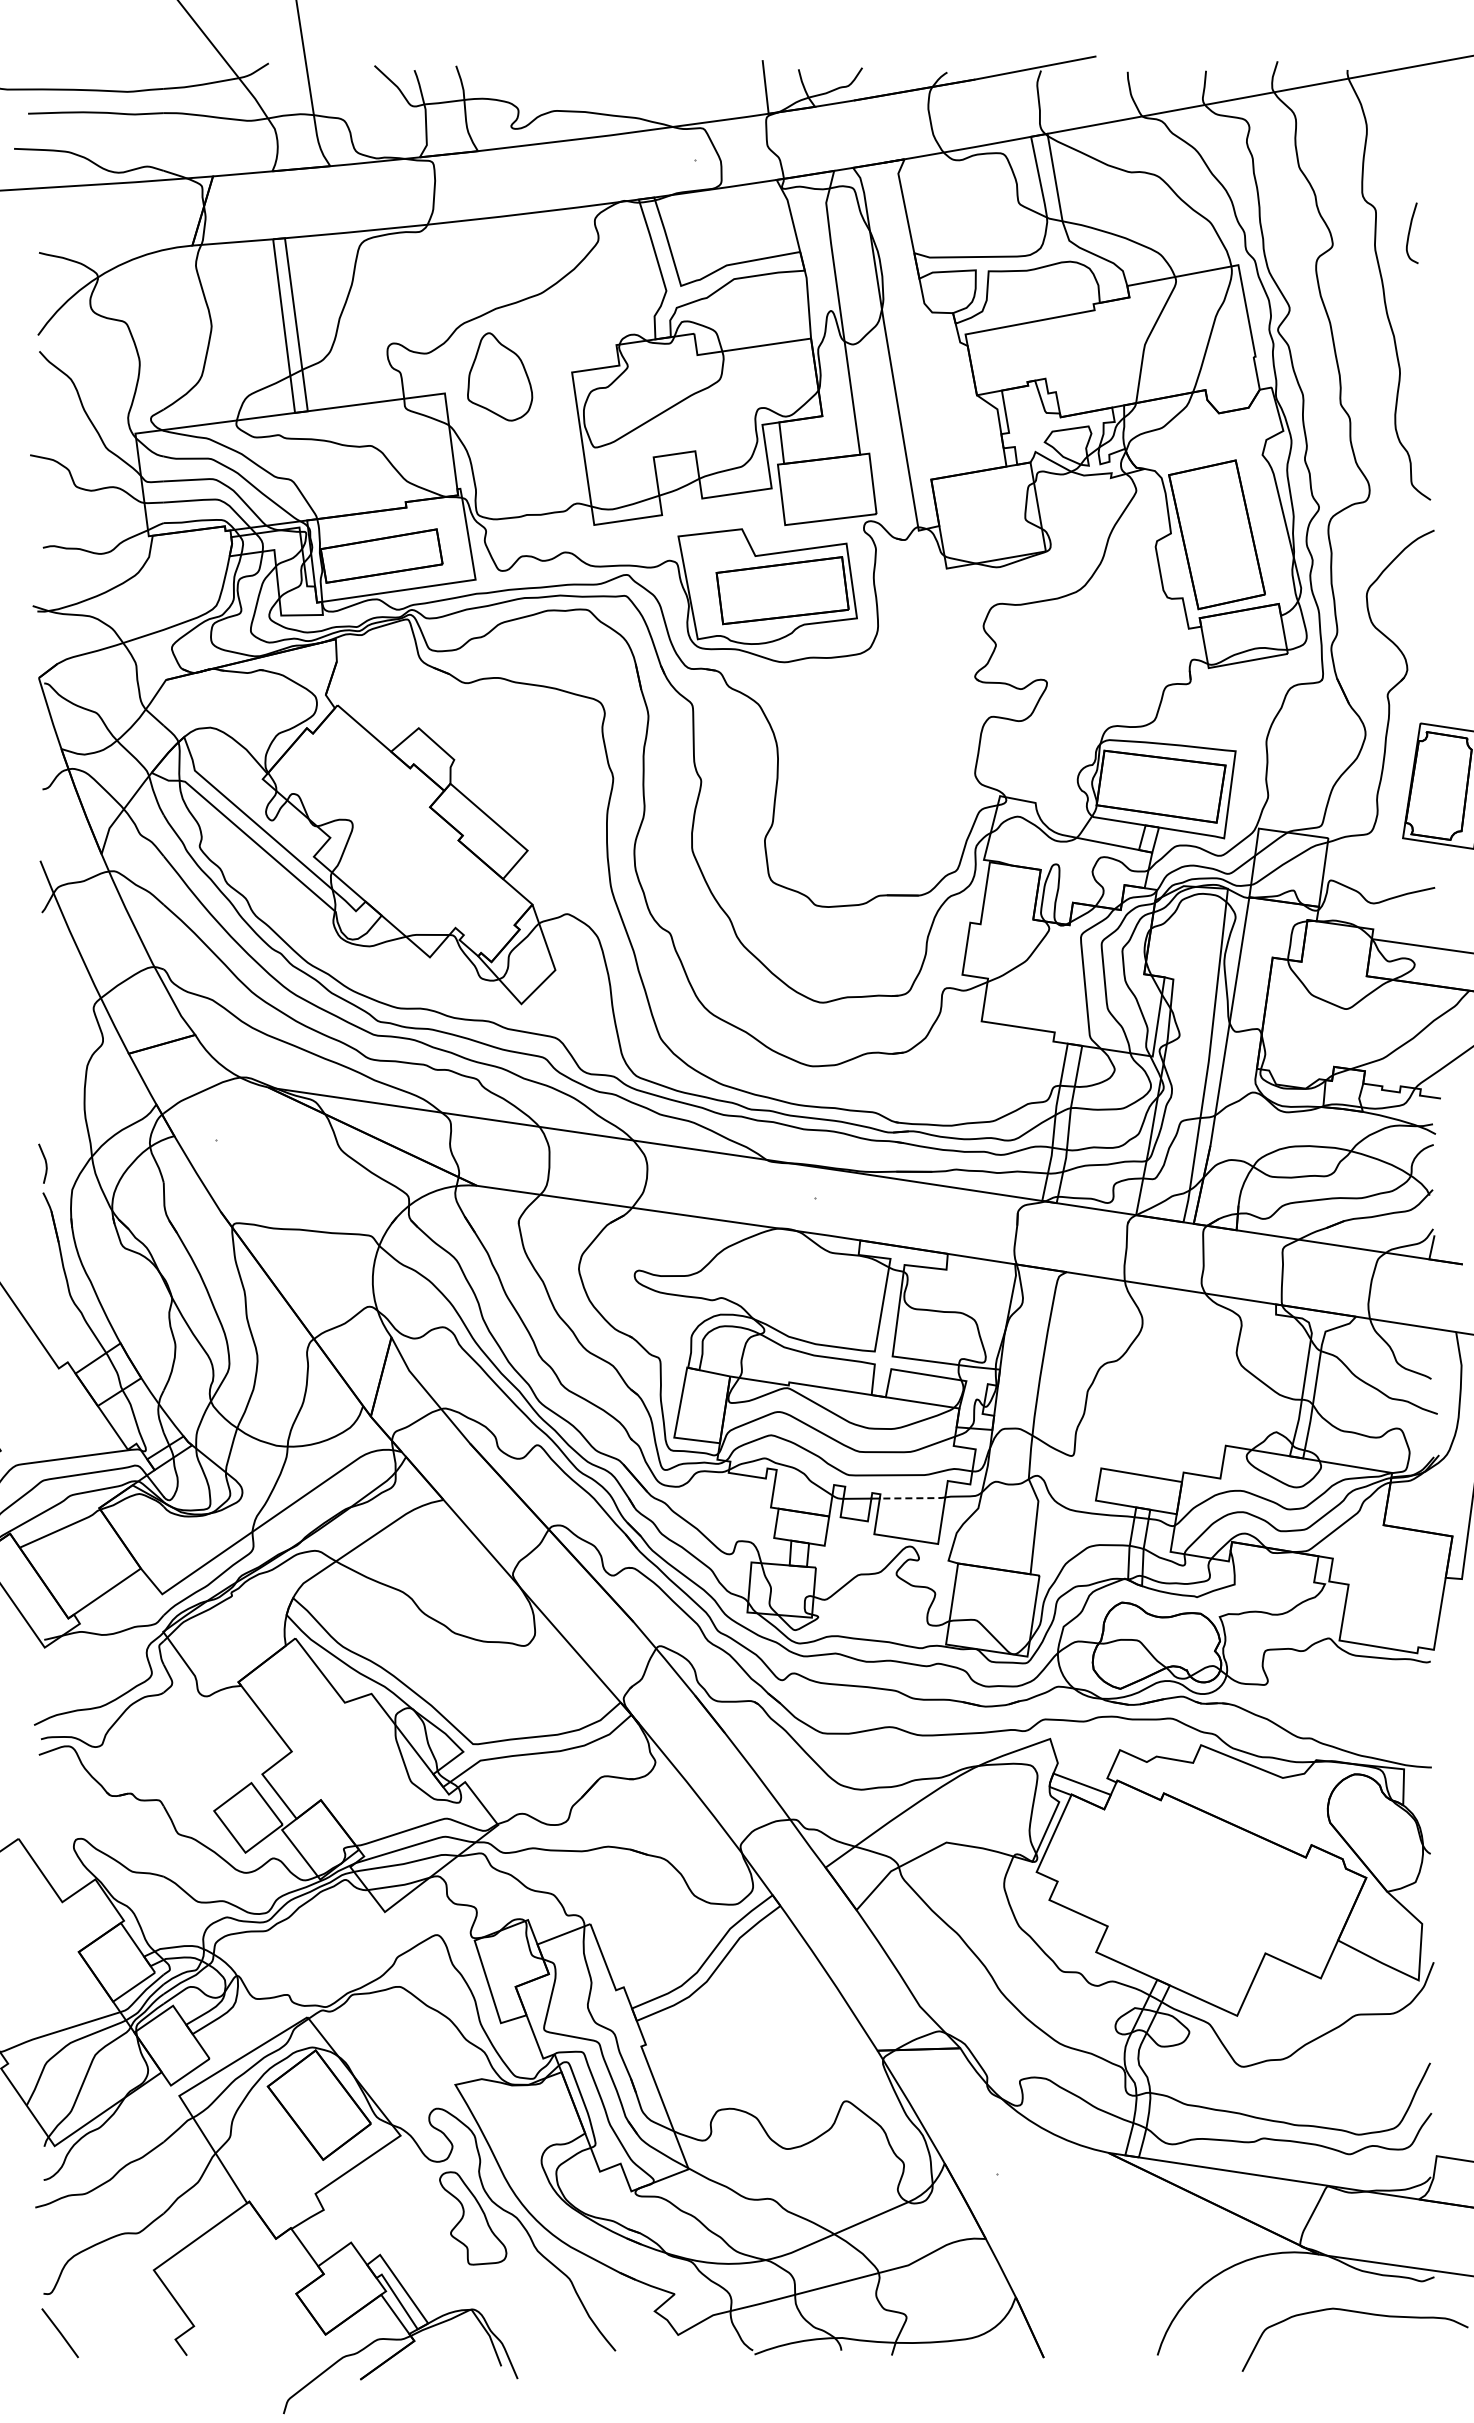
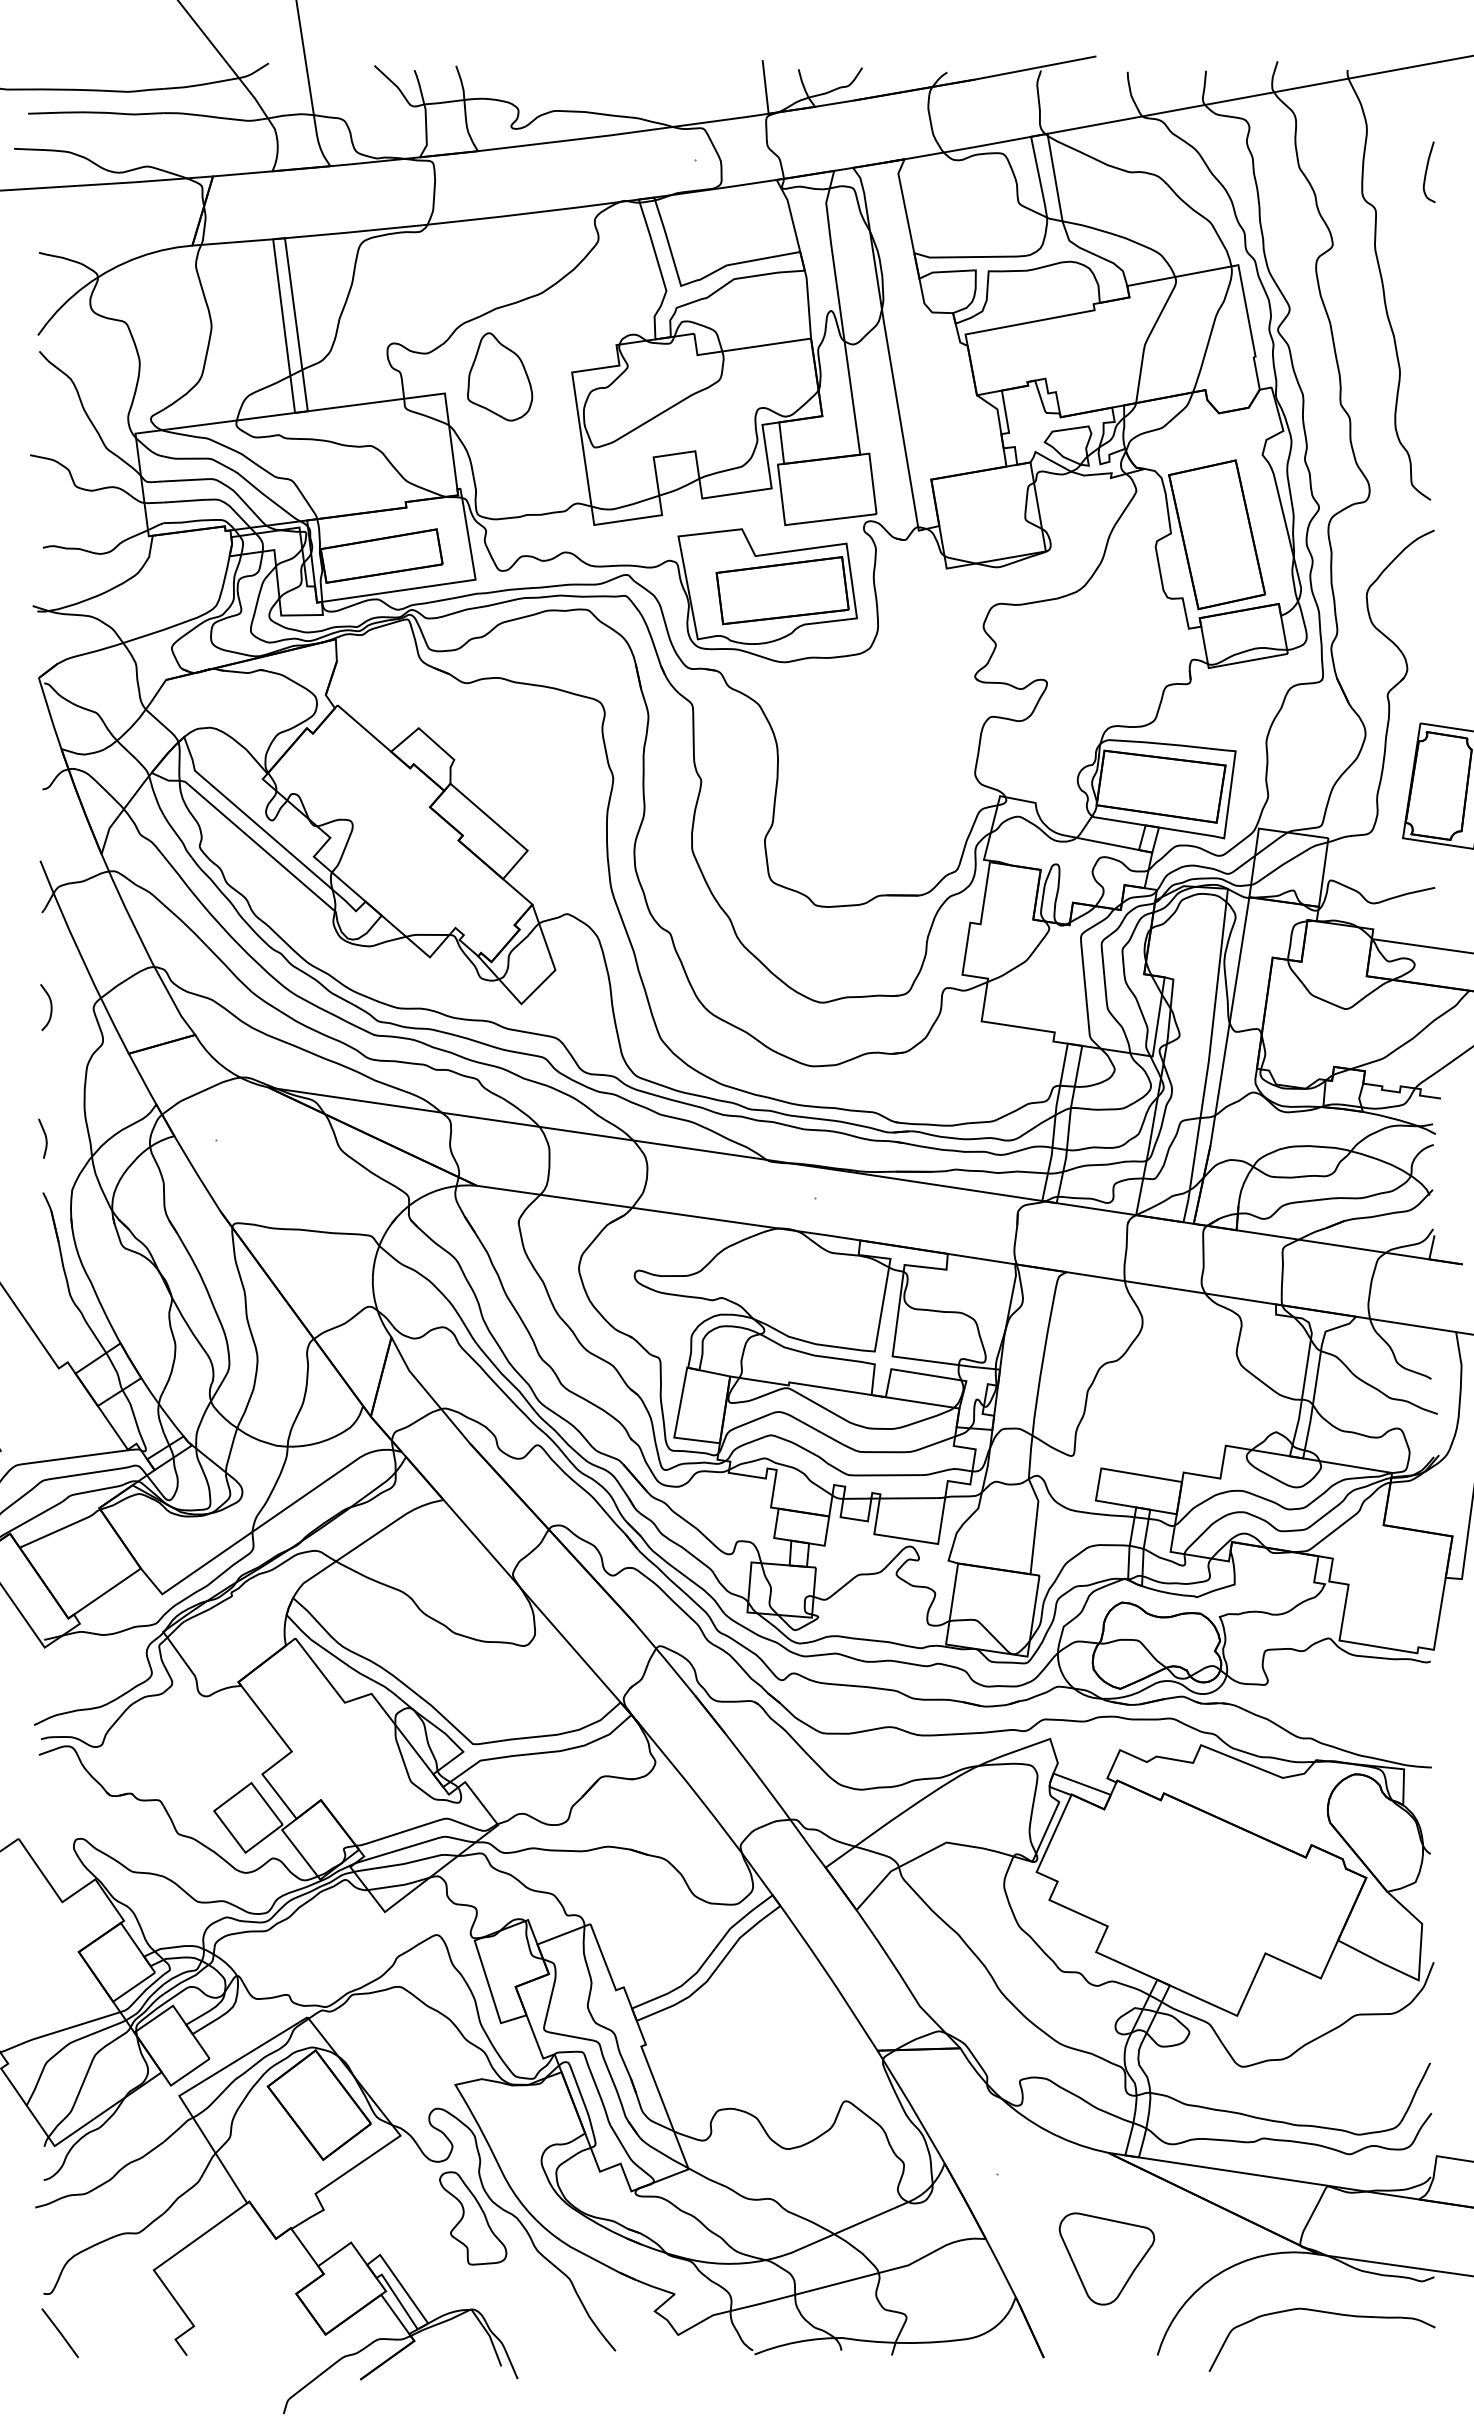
curve at (1410, 232) position: (1410, 232) -> (1427, 171)
curve at (50, 1007): none -> present
curve at (45, 1163) position: (45, 1163) -> (45, 1138)
line at (913, 1498): dashed -> solid
part at (1106, 2258): none -> present
curve at (1358, 2313) position: (1358, 2313) -> (1325, 2313)
